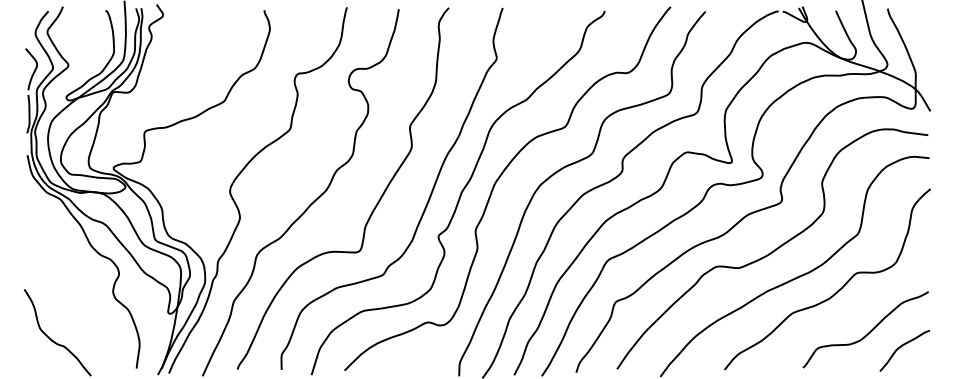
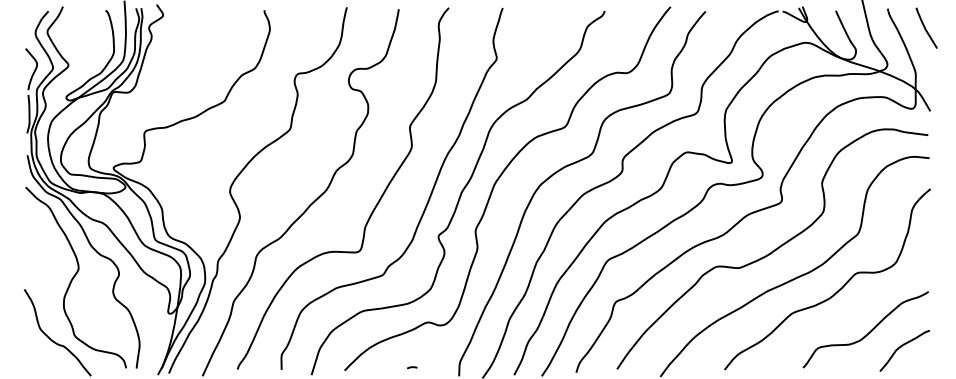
line at (925, 27): none -> present
curve at (75, 276): none -> present
line at (412, 367): none -> present
